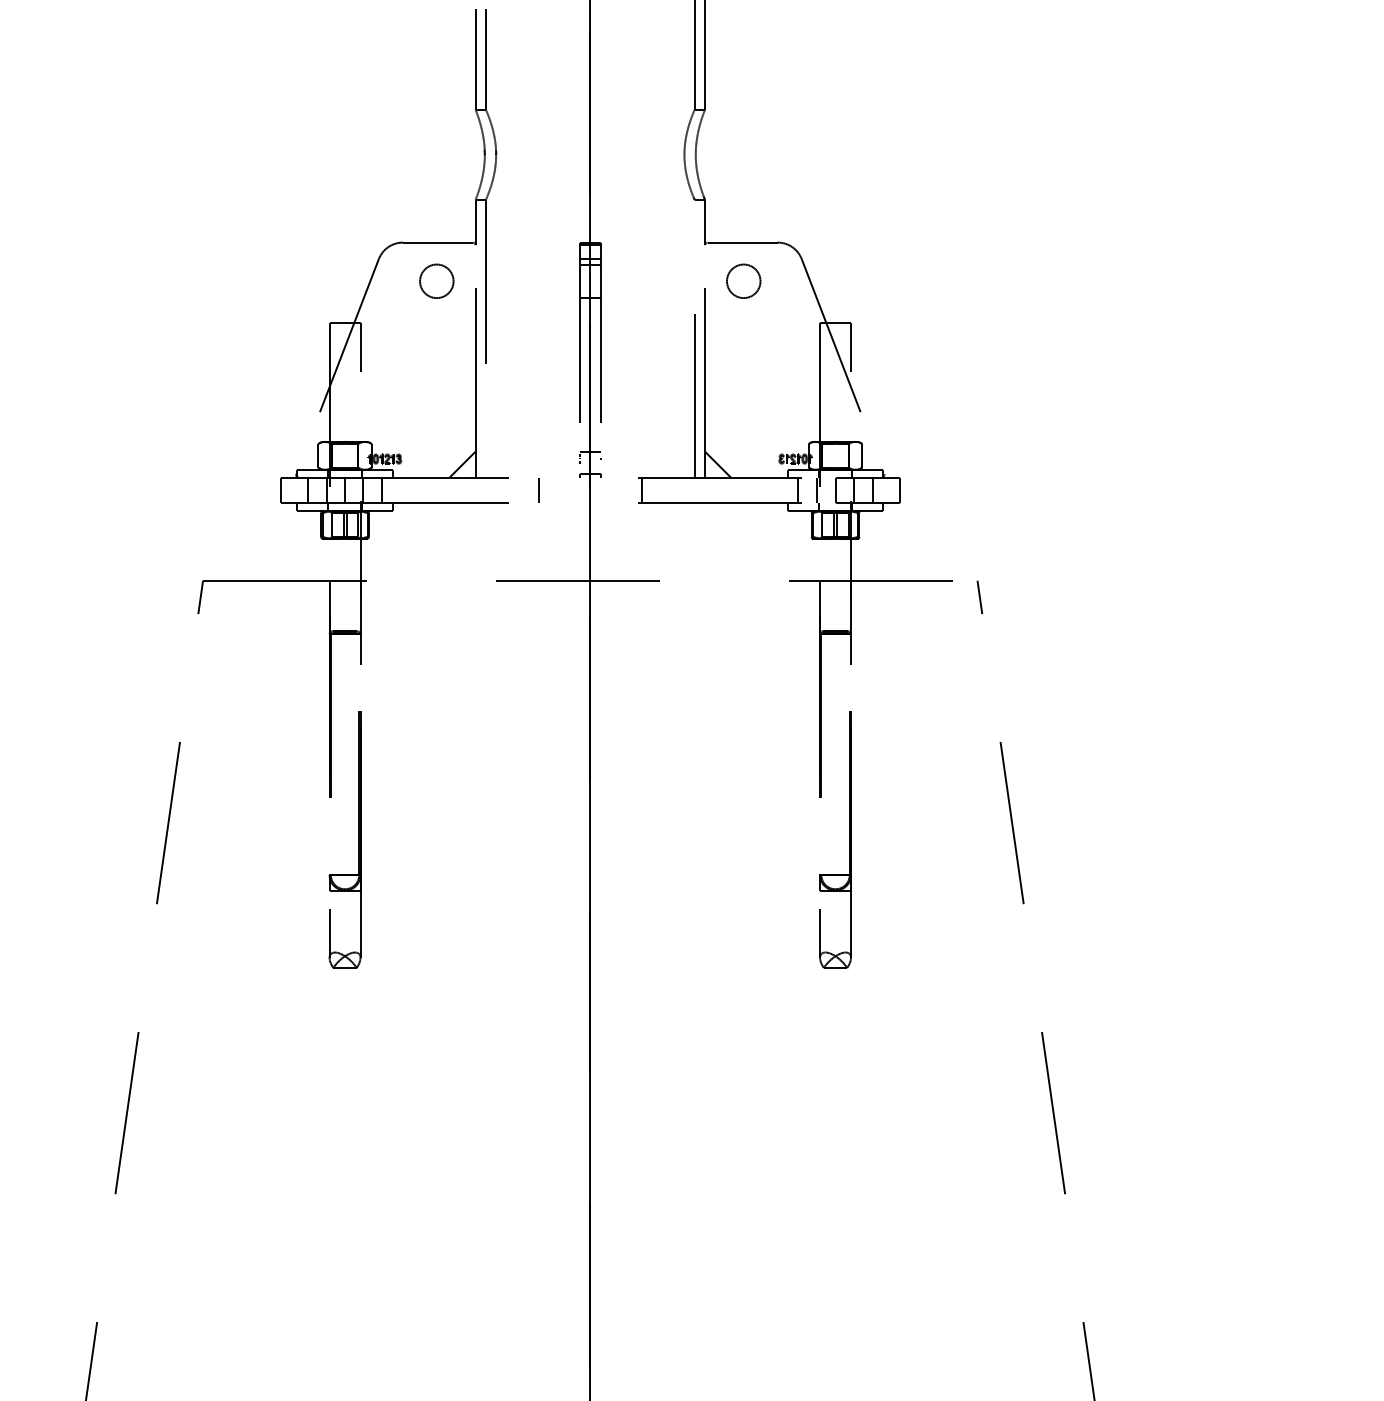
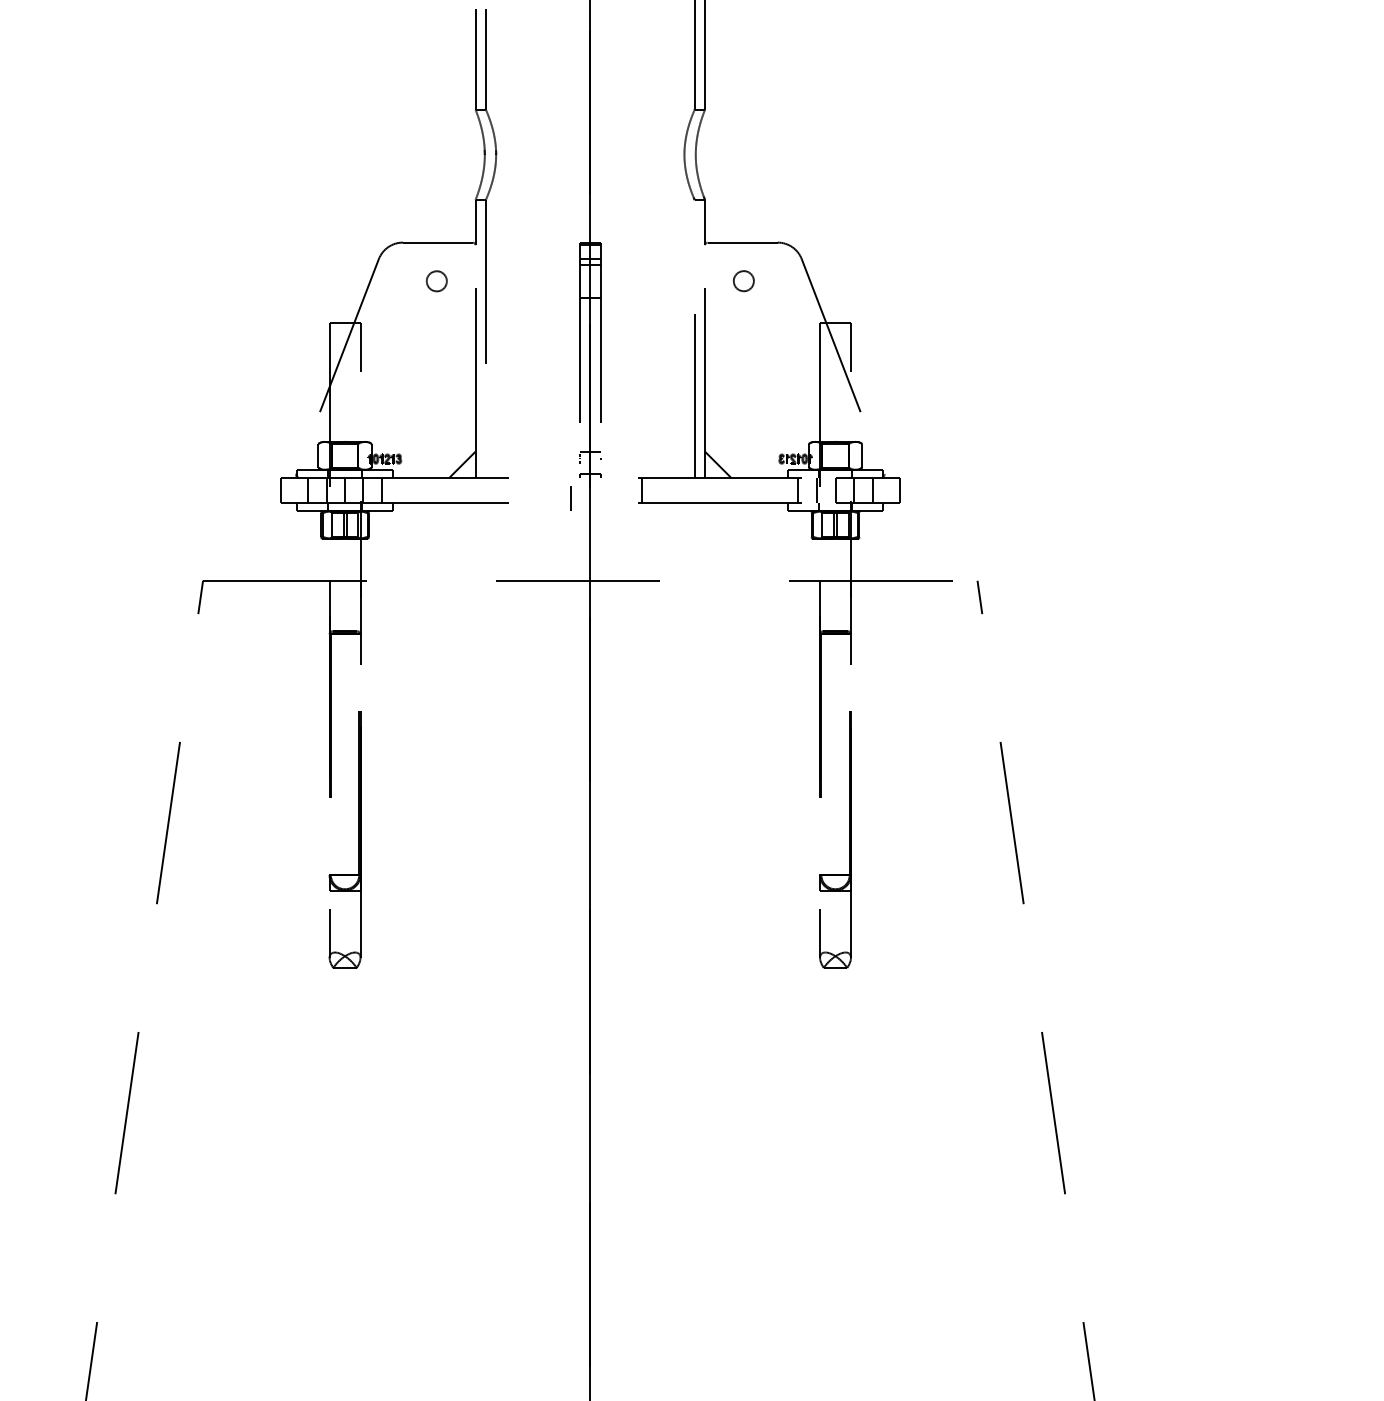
circle at (743, 280) size: 36x36 px -> 23x23 px
circle at (436, 281) diameter: 34 px -> 20 px
line at (538, 490) position: (538, 490) -> (570, 498)
